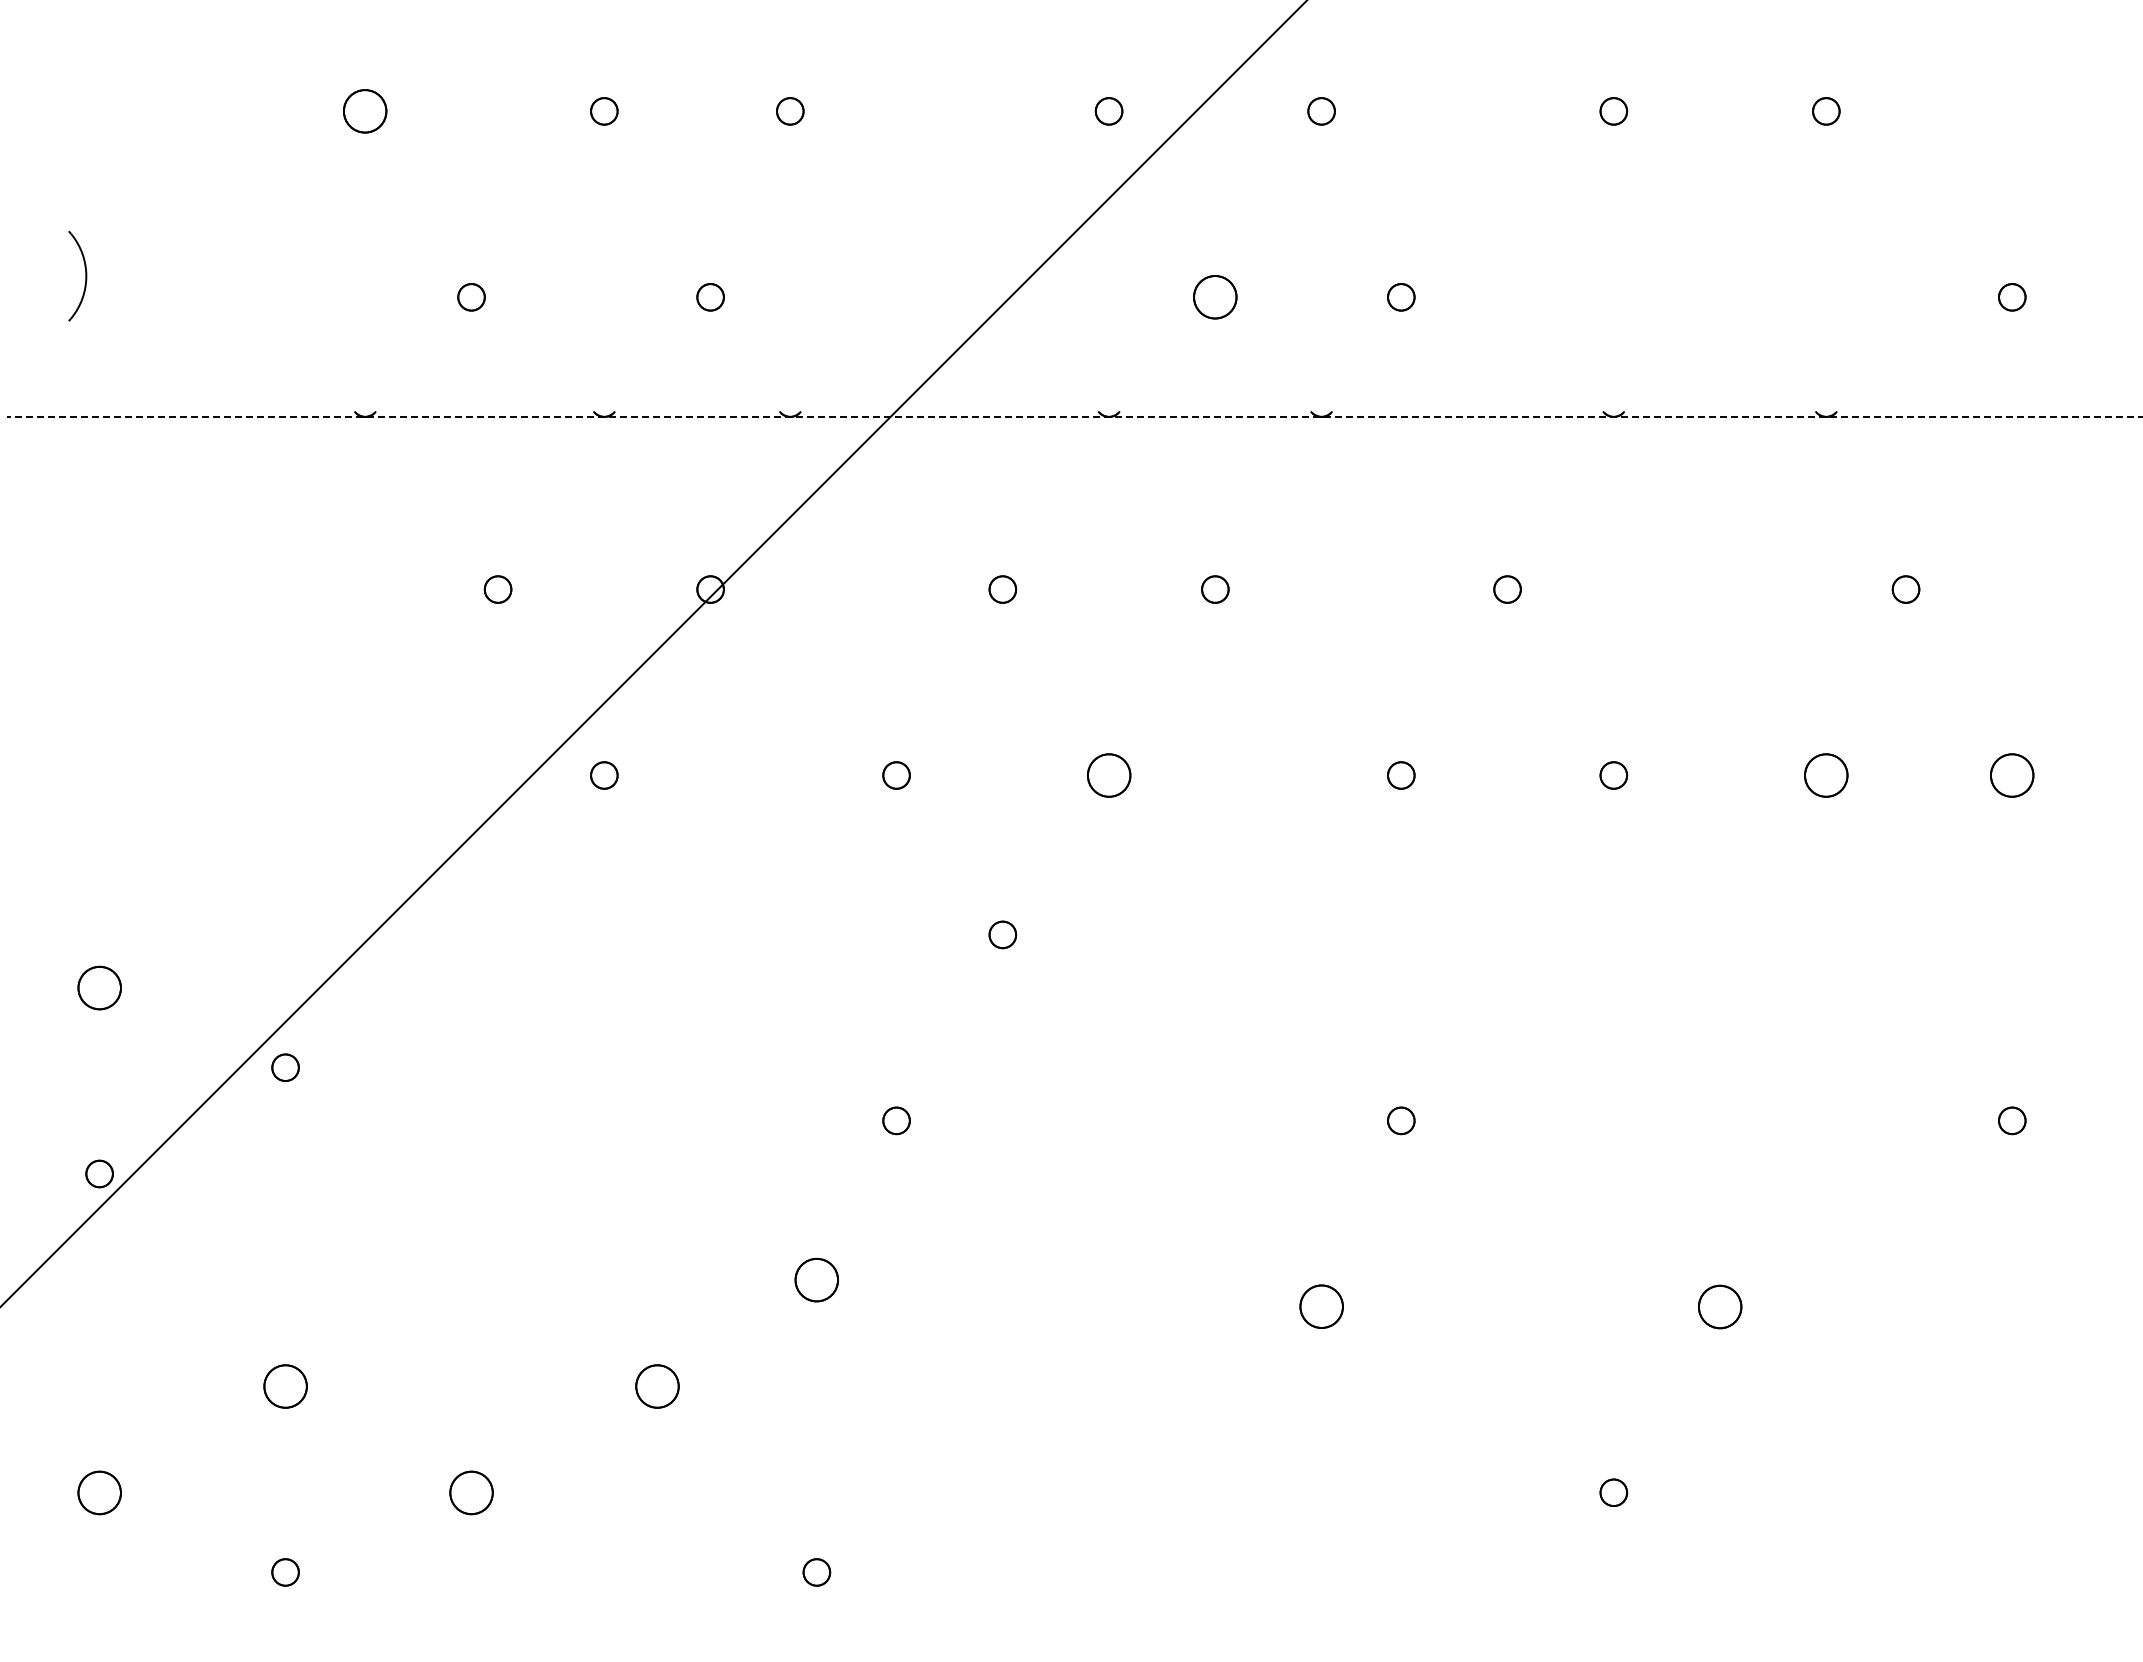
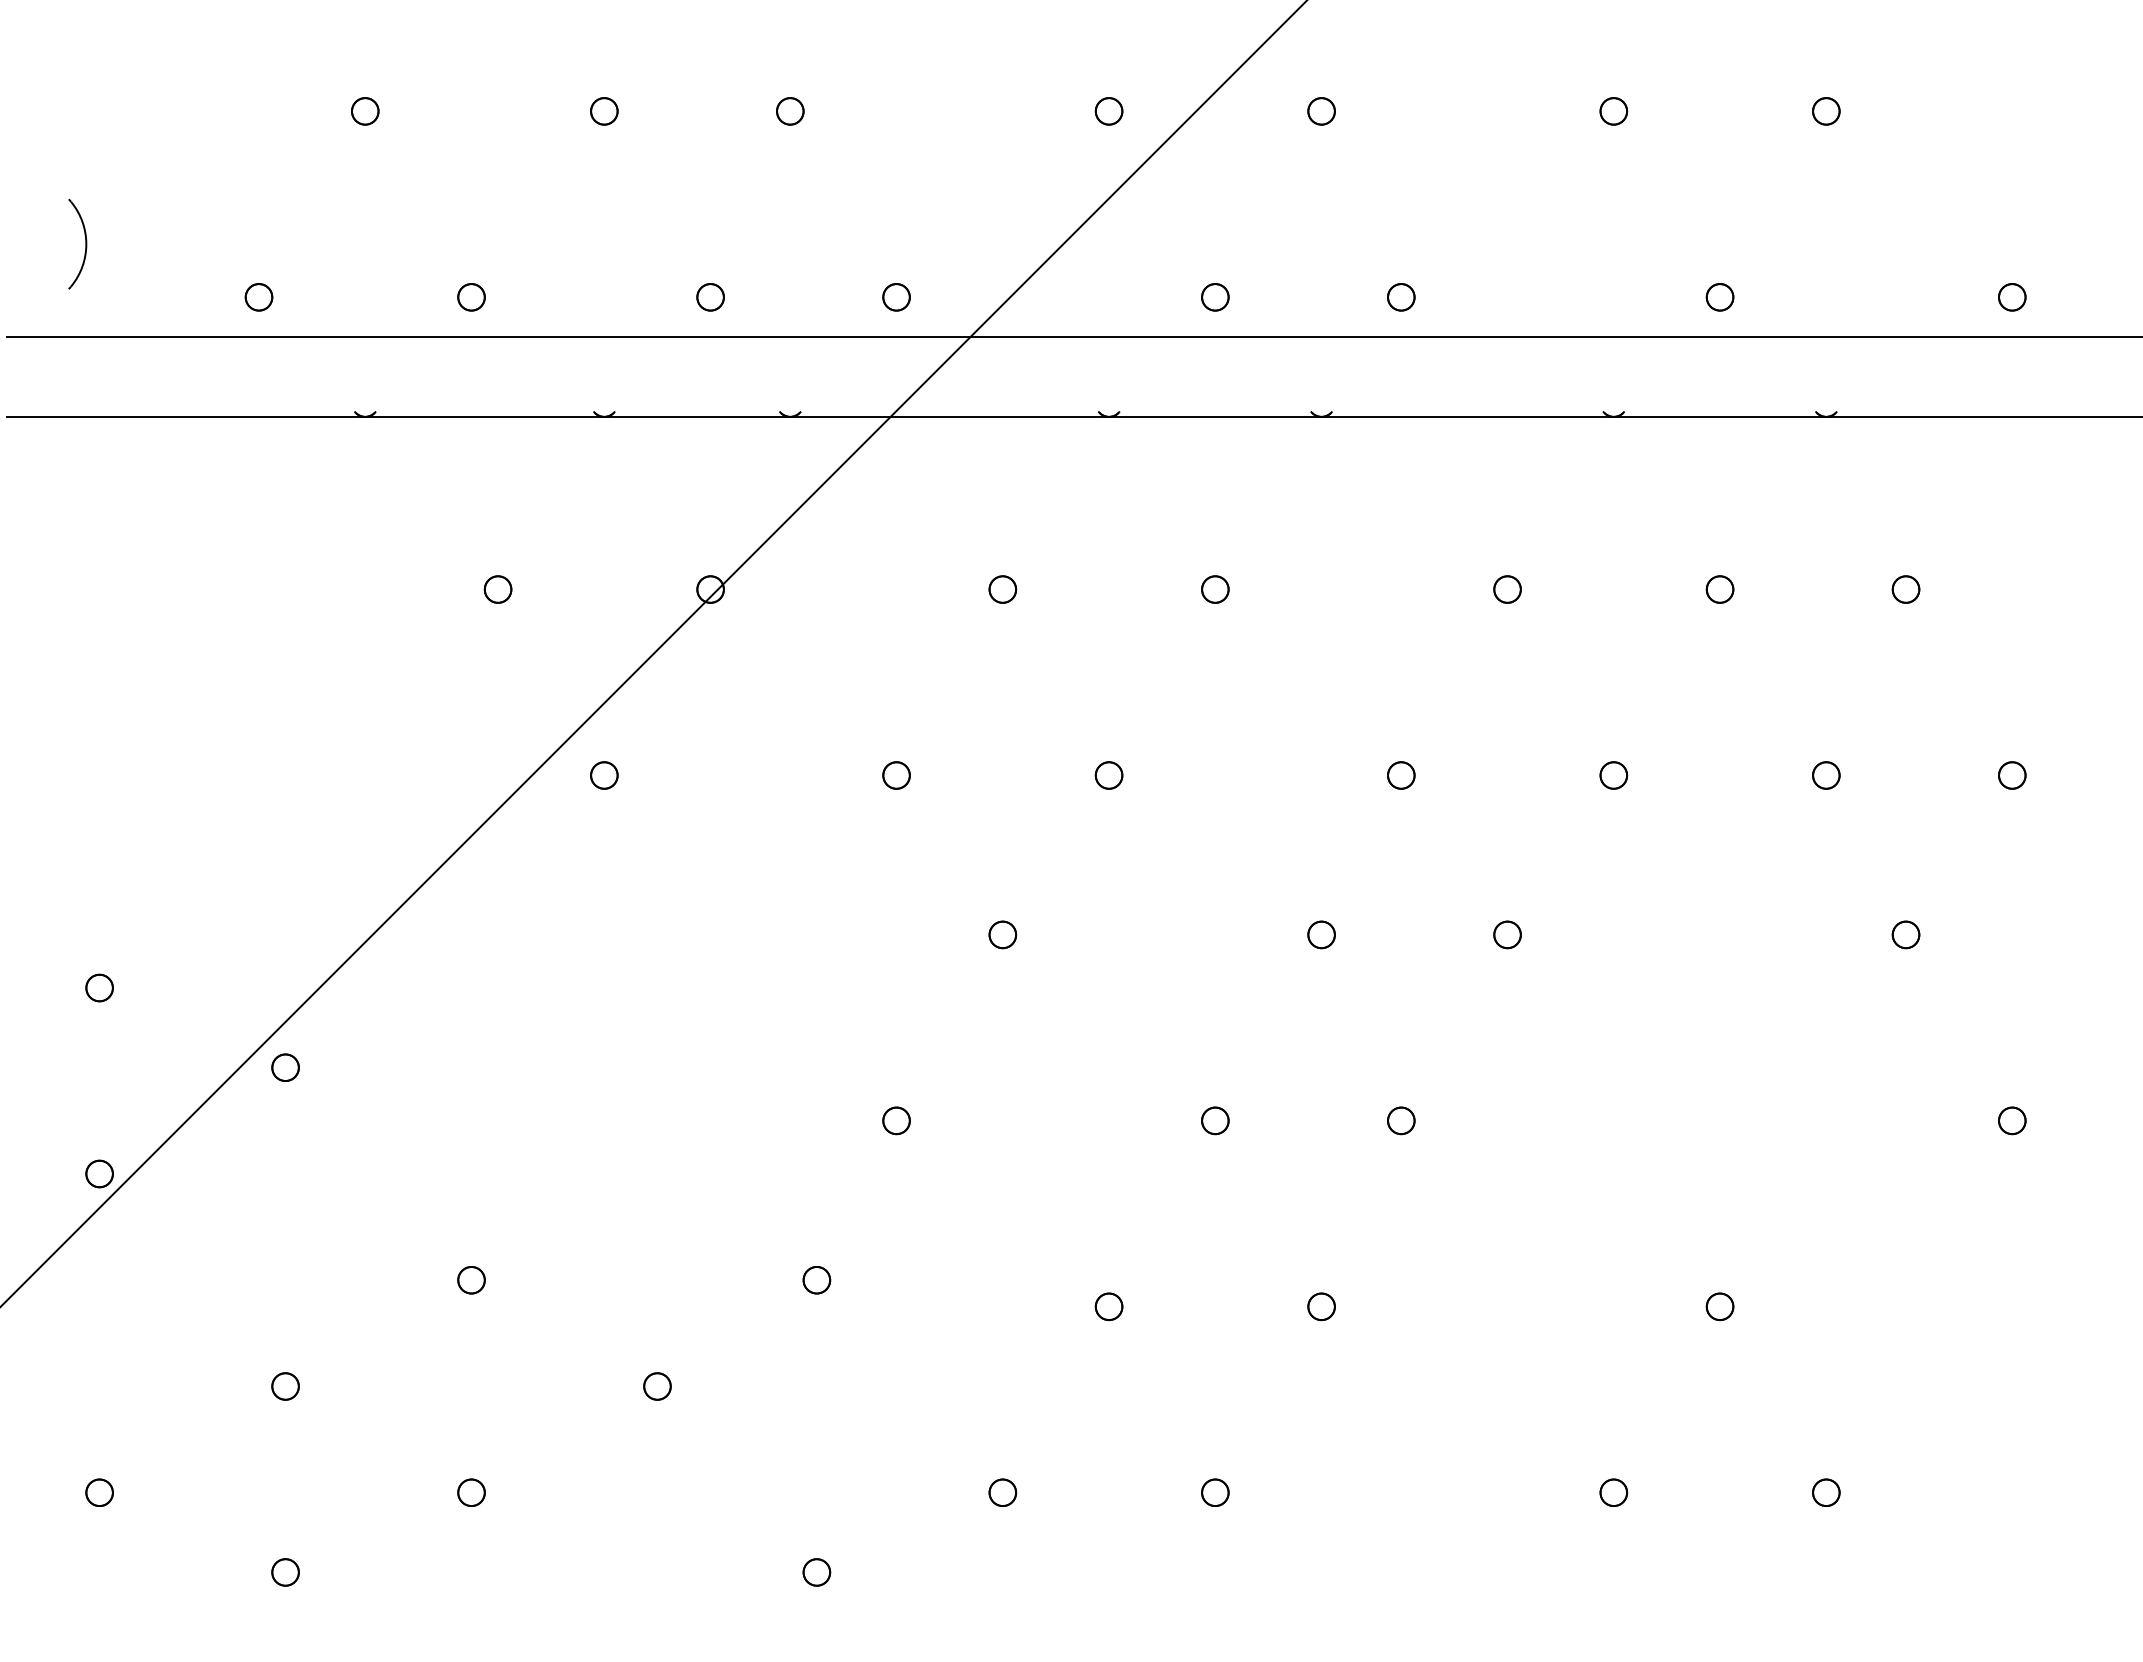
part at (365, 111) size: 45x45 px -> 29x29 px
part at (85, 275) position: (85, 275) -> (85, 243)
part at (258, 297): none -> present
part at (896, 297): none -> present
part at (1215, 297) size: 45x45 px -> 29x29 px
part at (1719, 297): none -> present
line at (1072, 337): none -> present
line at (1074, 416): dashed -> solid
part at (1719, 589): none -> present
part at (1109, 775) size: 45x45 px -> 30x29 px
part at (1826, 775) size: 45x45 px -> 29x29 px
part at (2012, 775) size: 45x45 px -> 29x29 px
part at (1321, 934): none -> present
part at (1507, 934): none -> present
part at (1905, 934): none -> present
part at (99, 987) size: 45x46 px -> 29x30 px
part at (1215, 1120): none -> present
part at (816, 1279) size: 45x46 px -> 30x29 px
part at (471, 1280): none -> present
part at (1108, 1306): none -> present
part at (1321, 1306) size: 45x45 px -> 29x30 px
part at (1720, 1306) size: 45x46 px -> 30x29 px
part at (285, 1386) size: 45x45 px -> 29x29 px
part at (657, 1386) size: 45x45 px -> 29x29 px
part at (99, 1492) size: 45x46 px -> 29x29 px
part at (471, 1492) size: 45x46 px -> 29x29 px
part at (1002, 1492): none -> present
part at (1215, 1492): none -> present
part at (1826, 1492): none -> present
